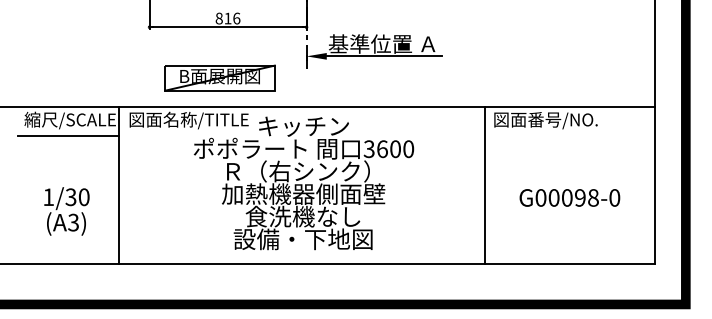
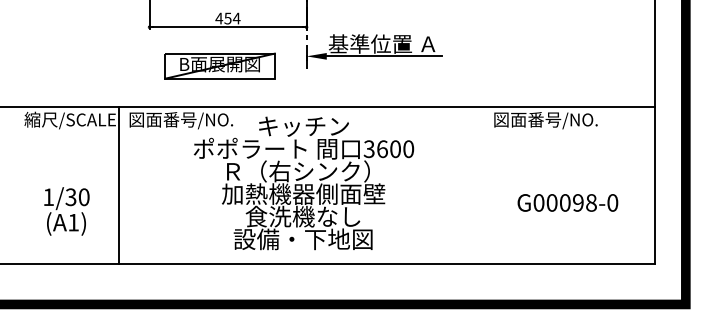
text at (227, 18): 816 -> 454
part at (219, 77) position: (219, 77) -> (219, 65)
text at (205, 119): 図面名称/TITLE -> 図面番号/NO.
line at (68, 136): present -> none
line at (485, 184): present -> none
text at (569, 197) position: (569, 197) -> (567, 202)
text at (73, 222): (A3) -> (A1)
